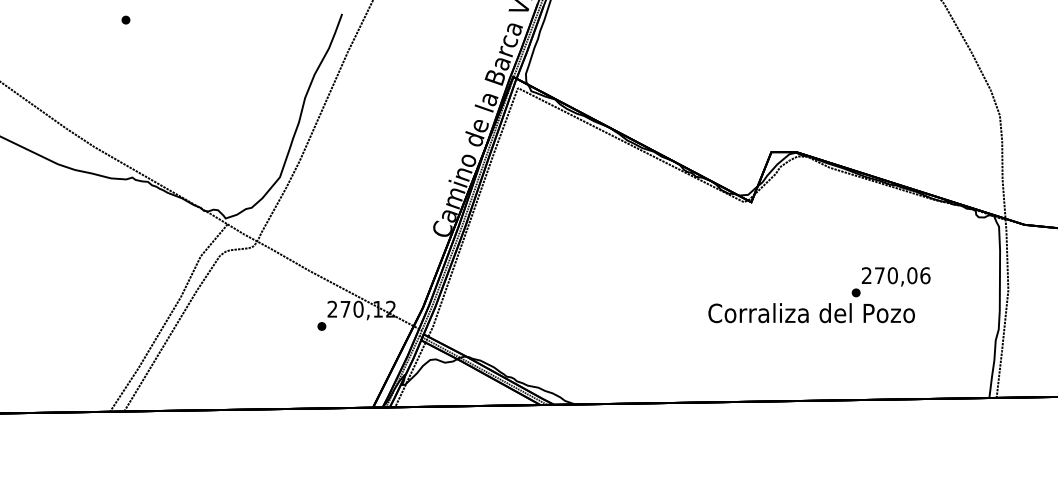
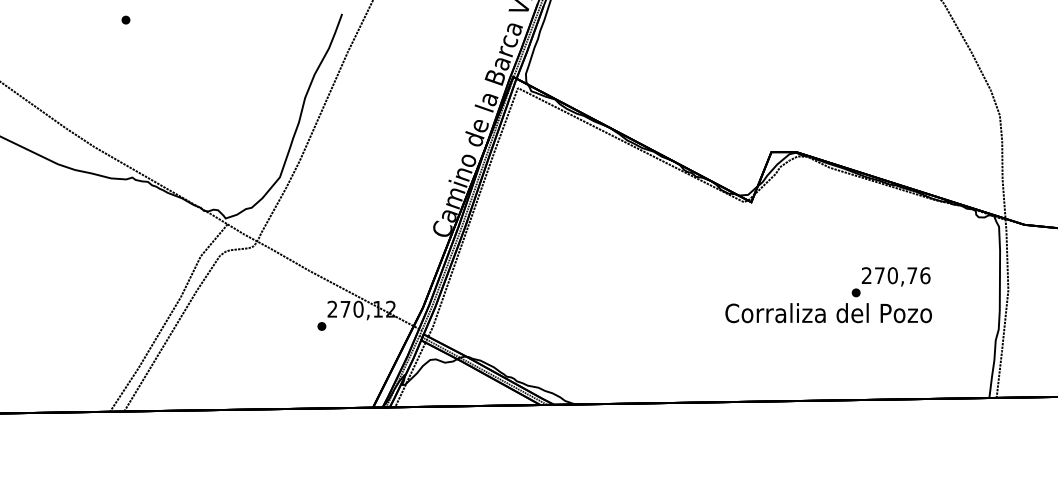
text at (912, 275): 270,06 -> 270,76
text at (811, 313) position: (811, 313) -> (828, 313)
